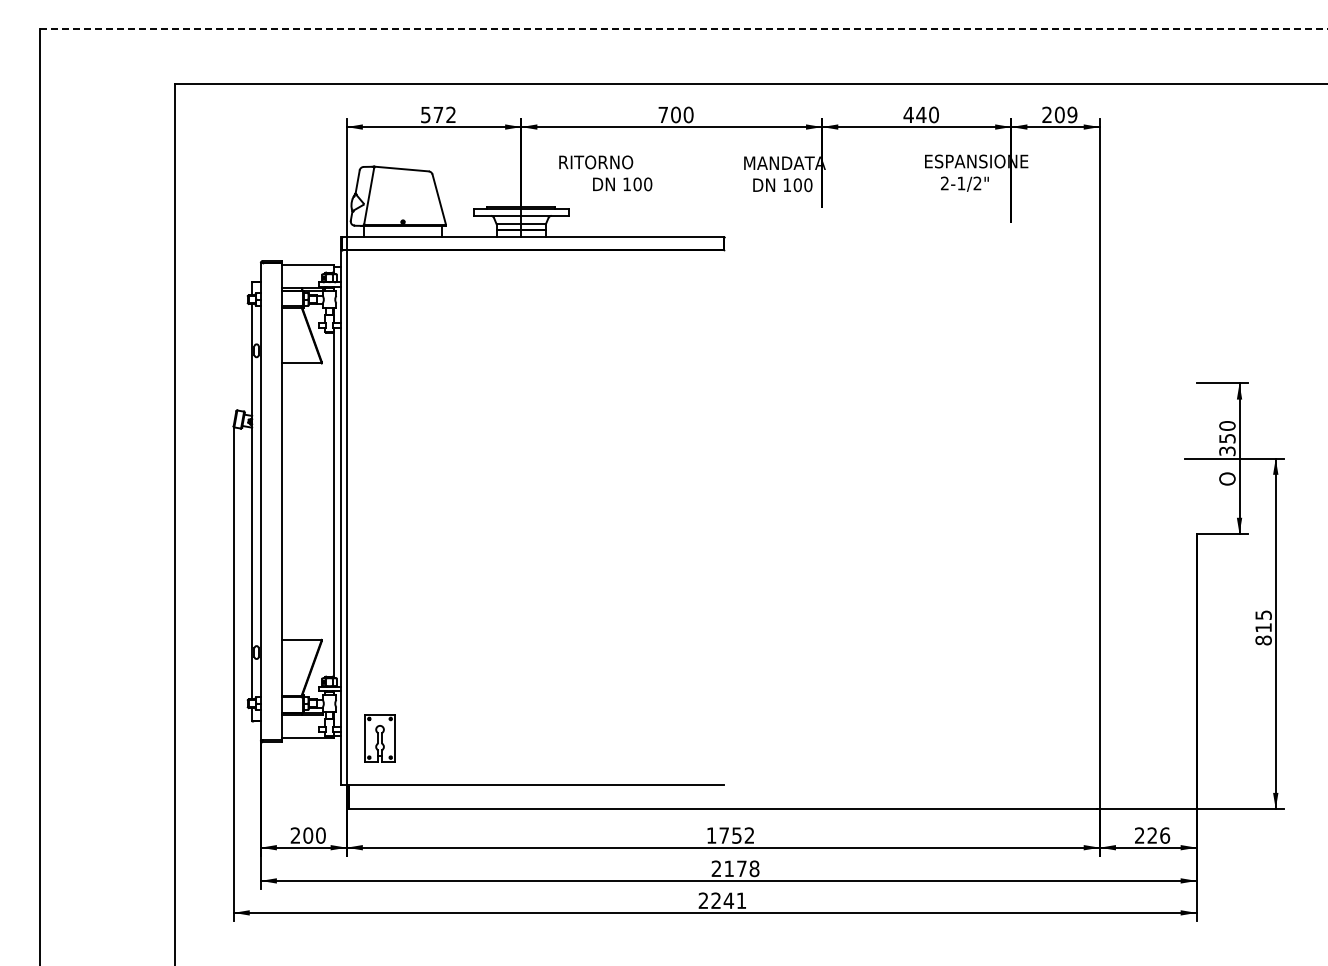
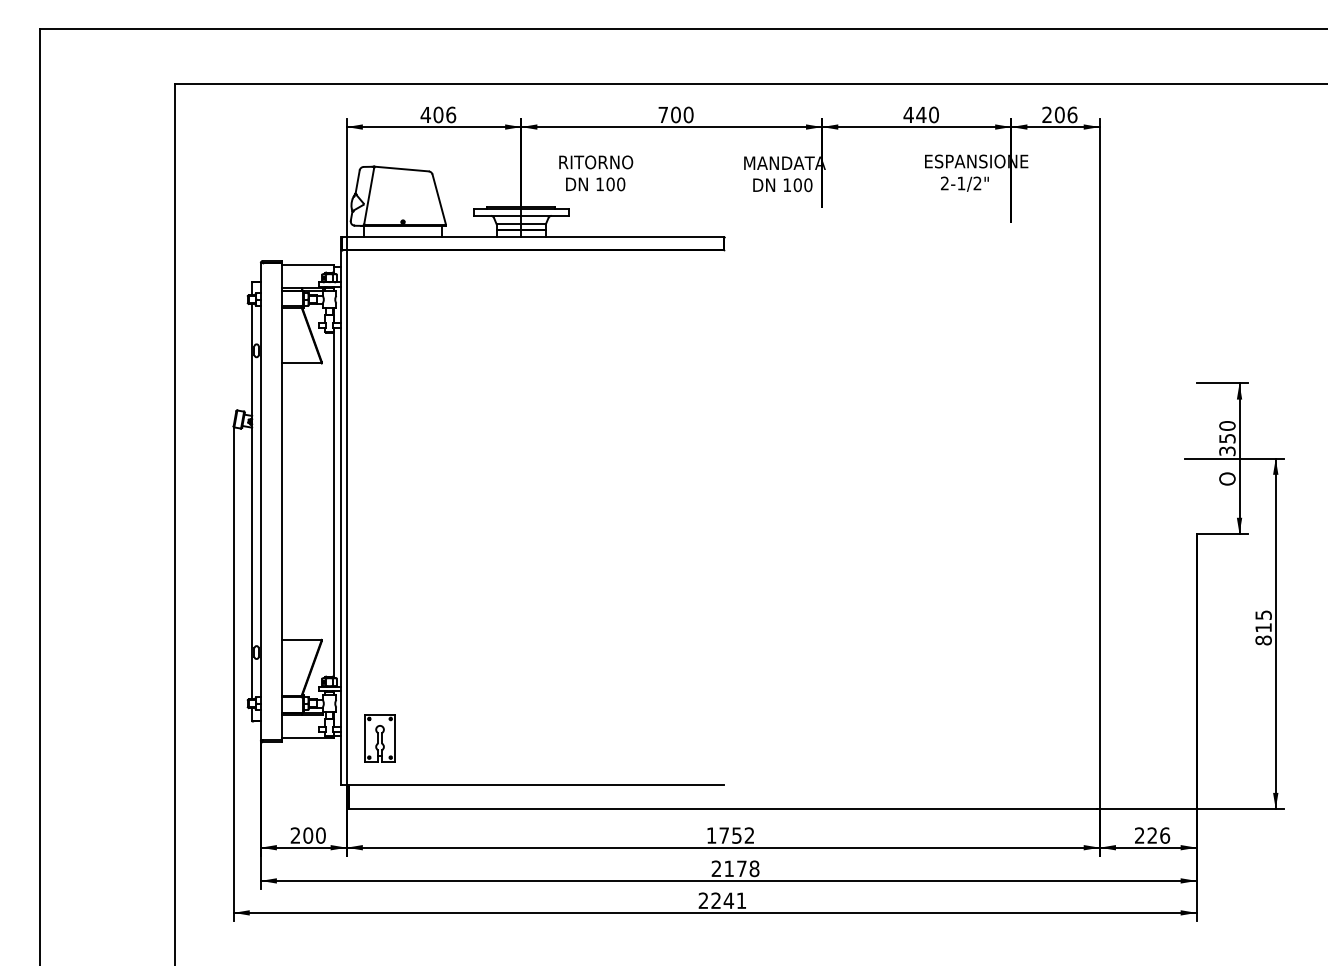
line at (683, 29): dashed -> solid
text at (438, 114): 572 -> 406
text at (1072, 114): 209 -> 206
text at (622, 184) position: (622, 184) -> (595, 184)
